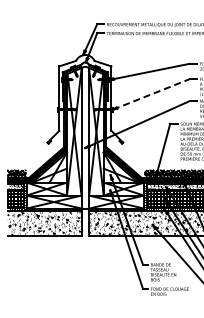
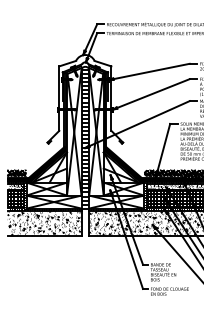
line at (151, 94): dashed -> solid
hatch at (85, 136): none -> present
